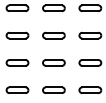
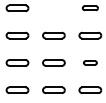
part at (90, 7) size: 25x8 px -> 18x7 px
part at (53, 8): present -> none
part at (90, 62) size: 25x8 px -> 15x6 px
